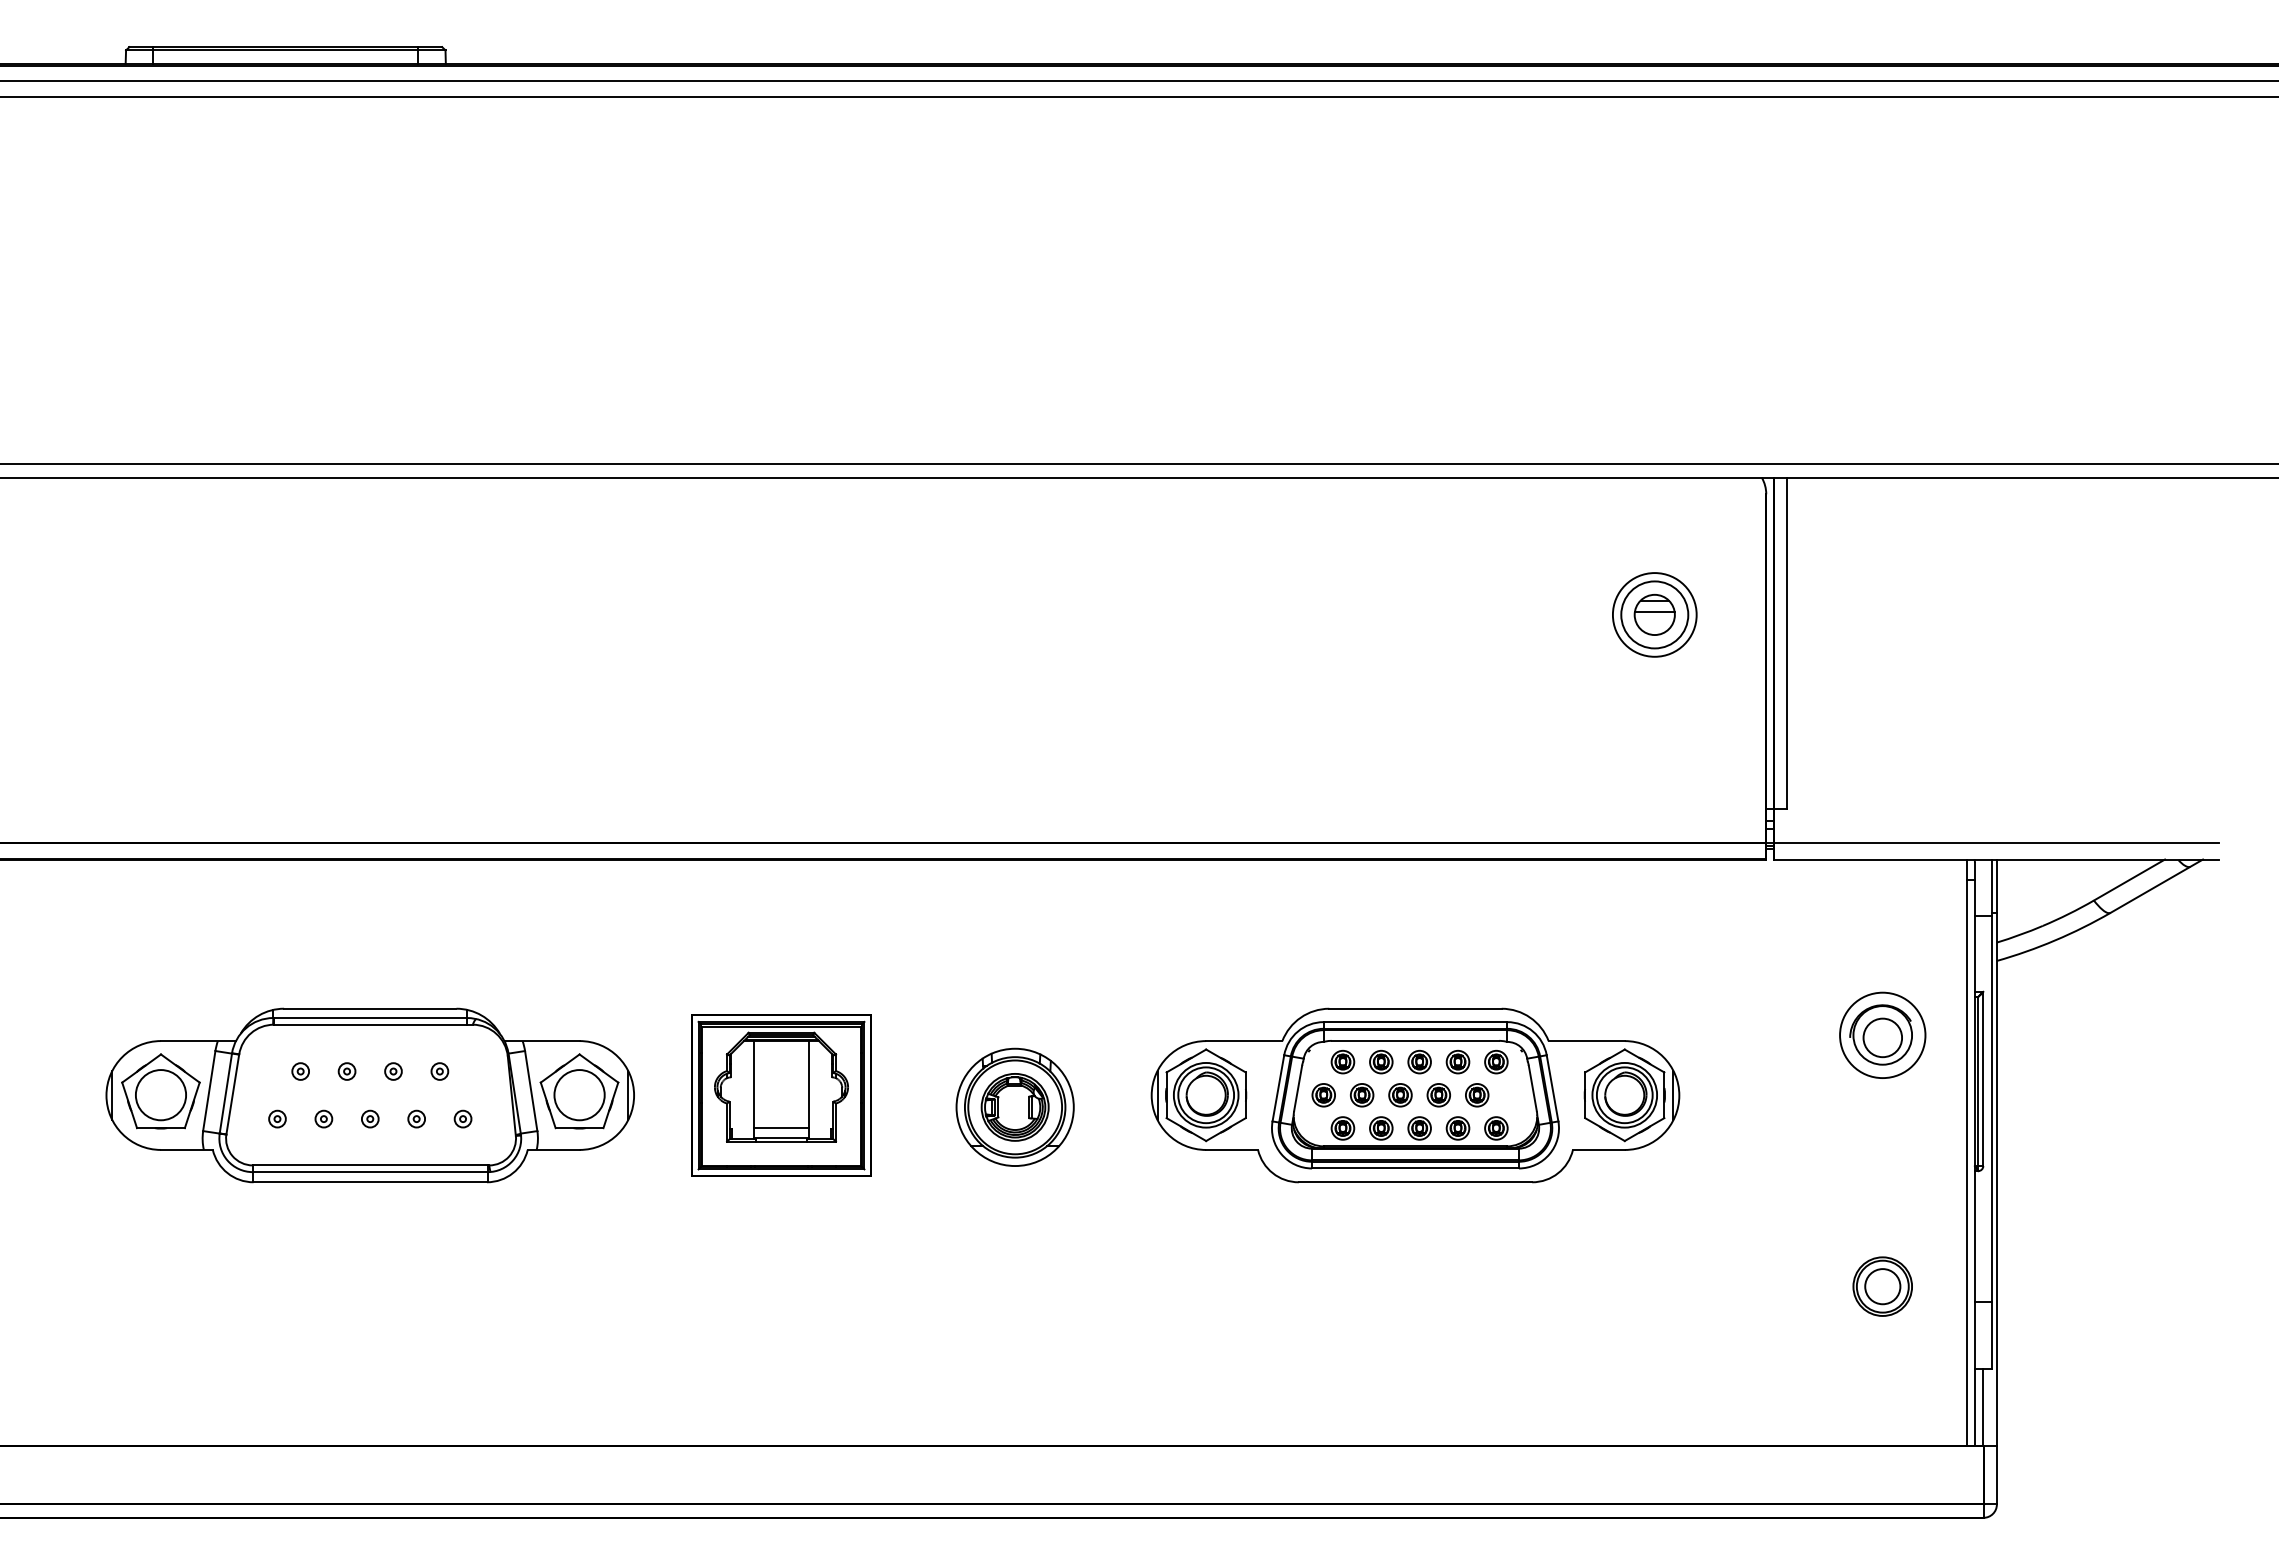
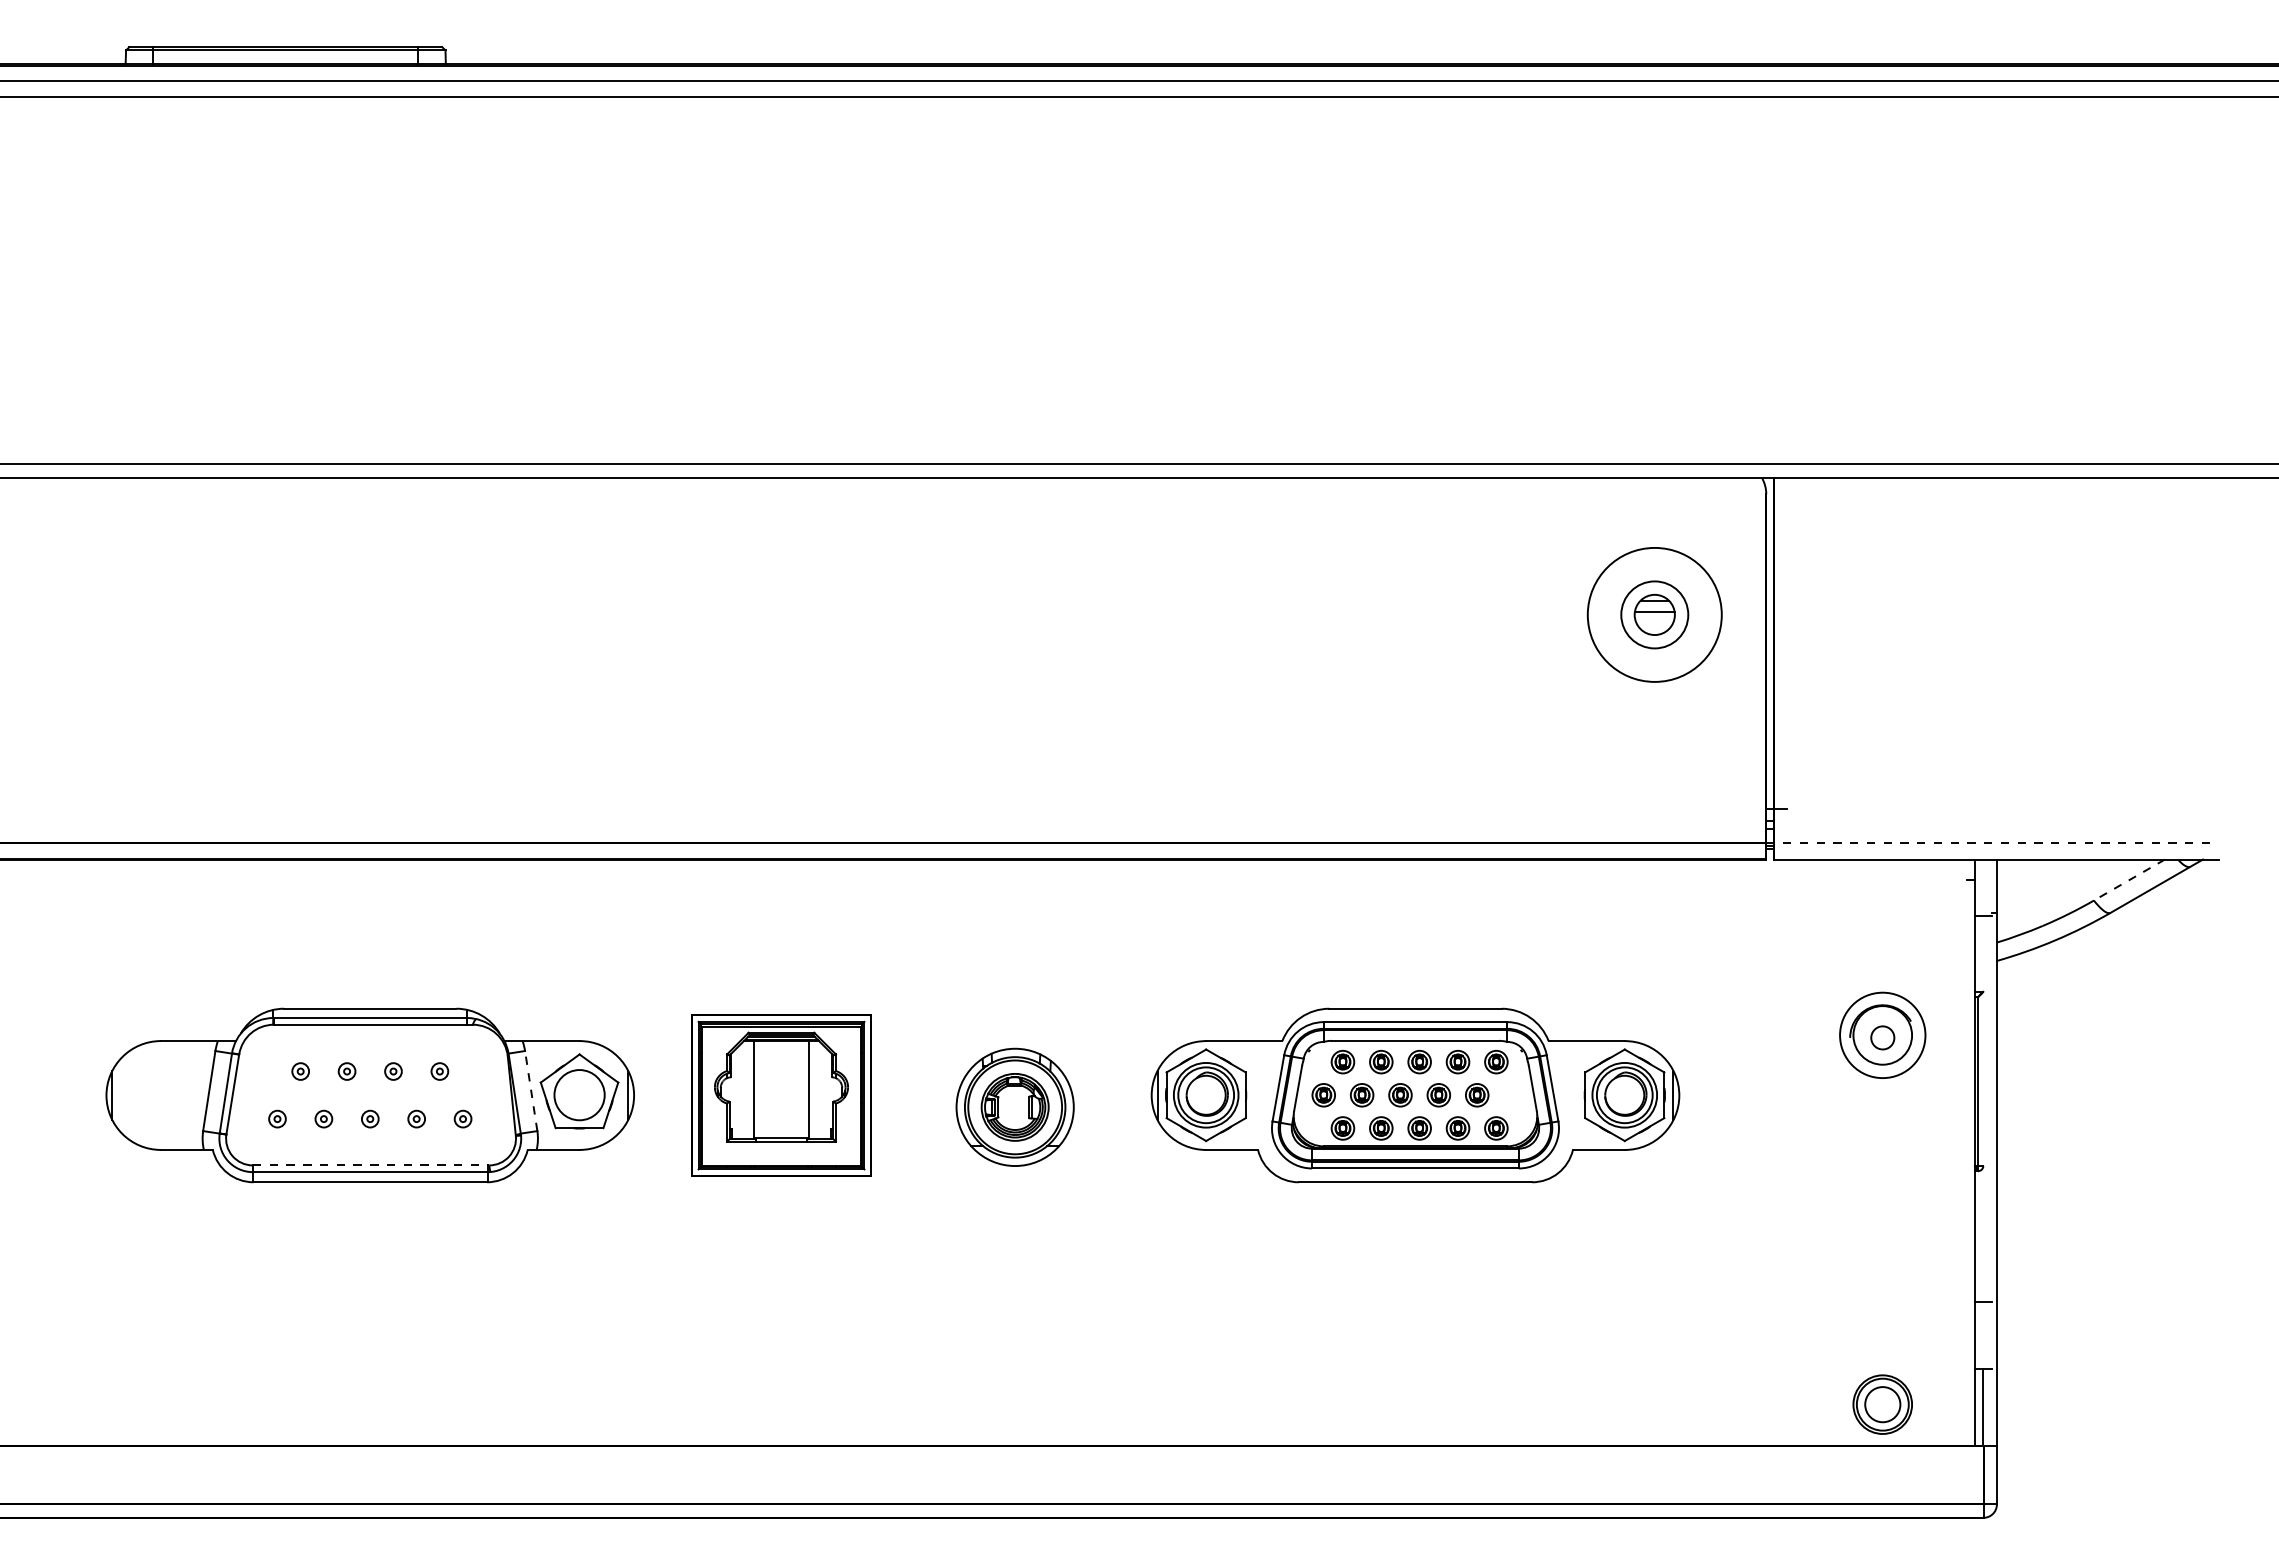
circle at (1654, 614) diameter: 84 px -> 134 px
line at (1787, 643): present -> none
line at (1993, 842): solid -> dashed
line at (2129, 880): solid -> dashed
circle at (1882, 1037) diameter: 39 px -> 23 px
line at (1983, 1078): present -> none
part at (160, 1091): present -> none
line at (531, 1091): solid -> dashed
line at (1991, 1113): present -> none
line at (781, 1128): present -> none
line at (1966, 1152): present -> none
line at (371, 1165): solid -> dashed
part at (1882, 1286) position: (1882, 1286) -> (1882, 1404)
